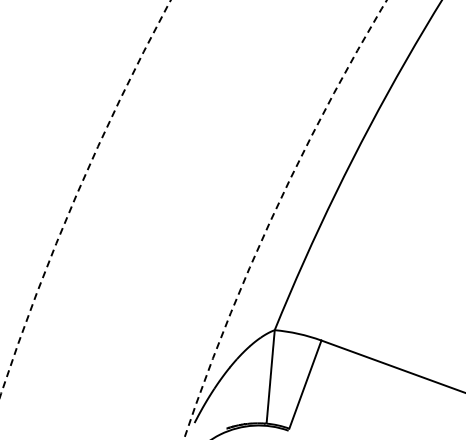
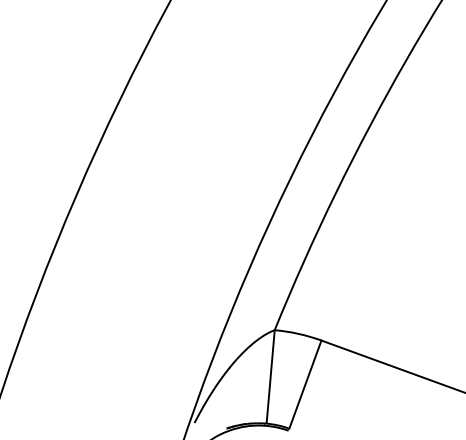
arc at (77, 194): dashed -> solid
arc at (273, 213): dashed -> solid
